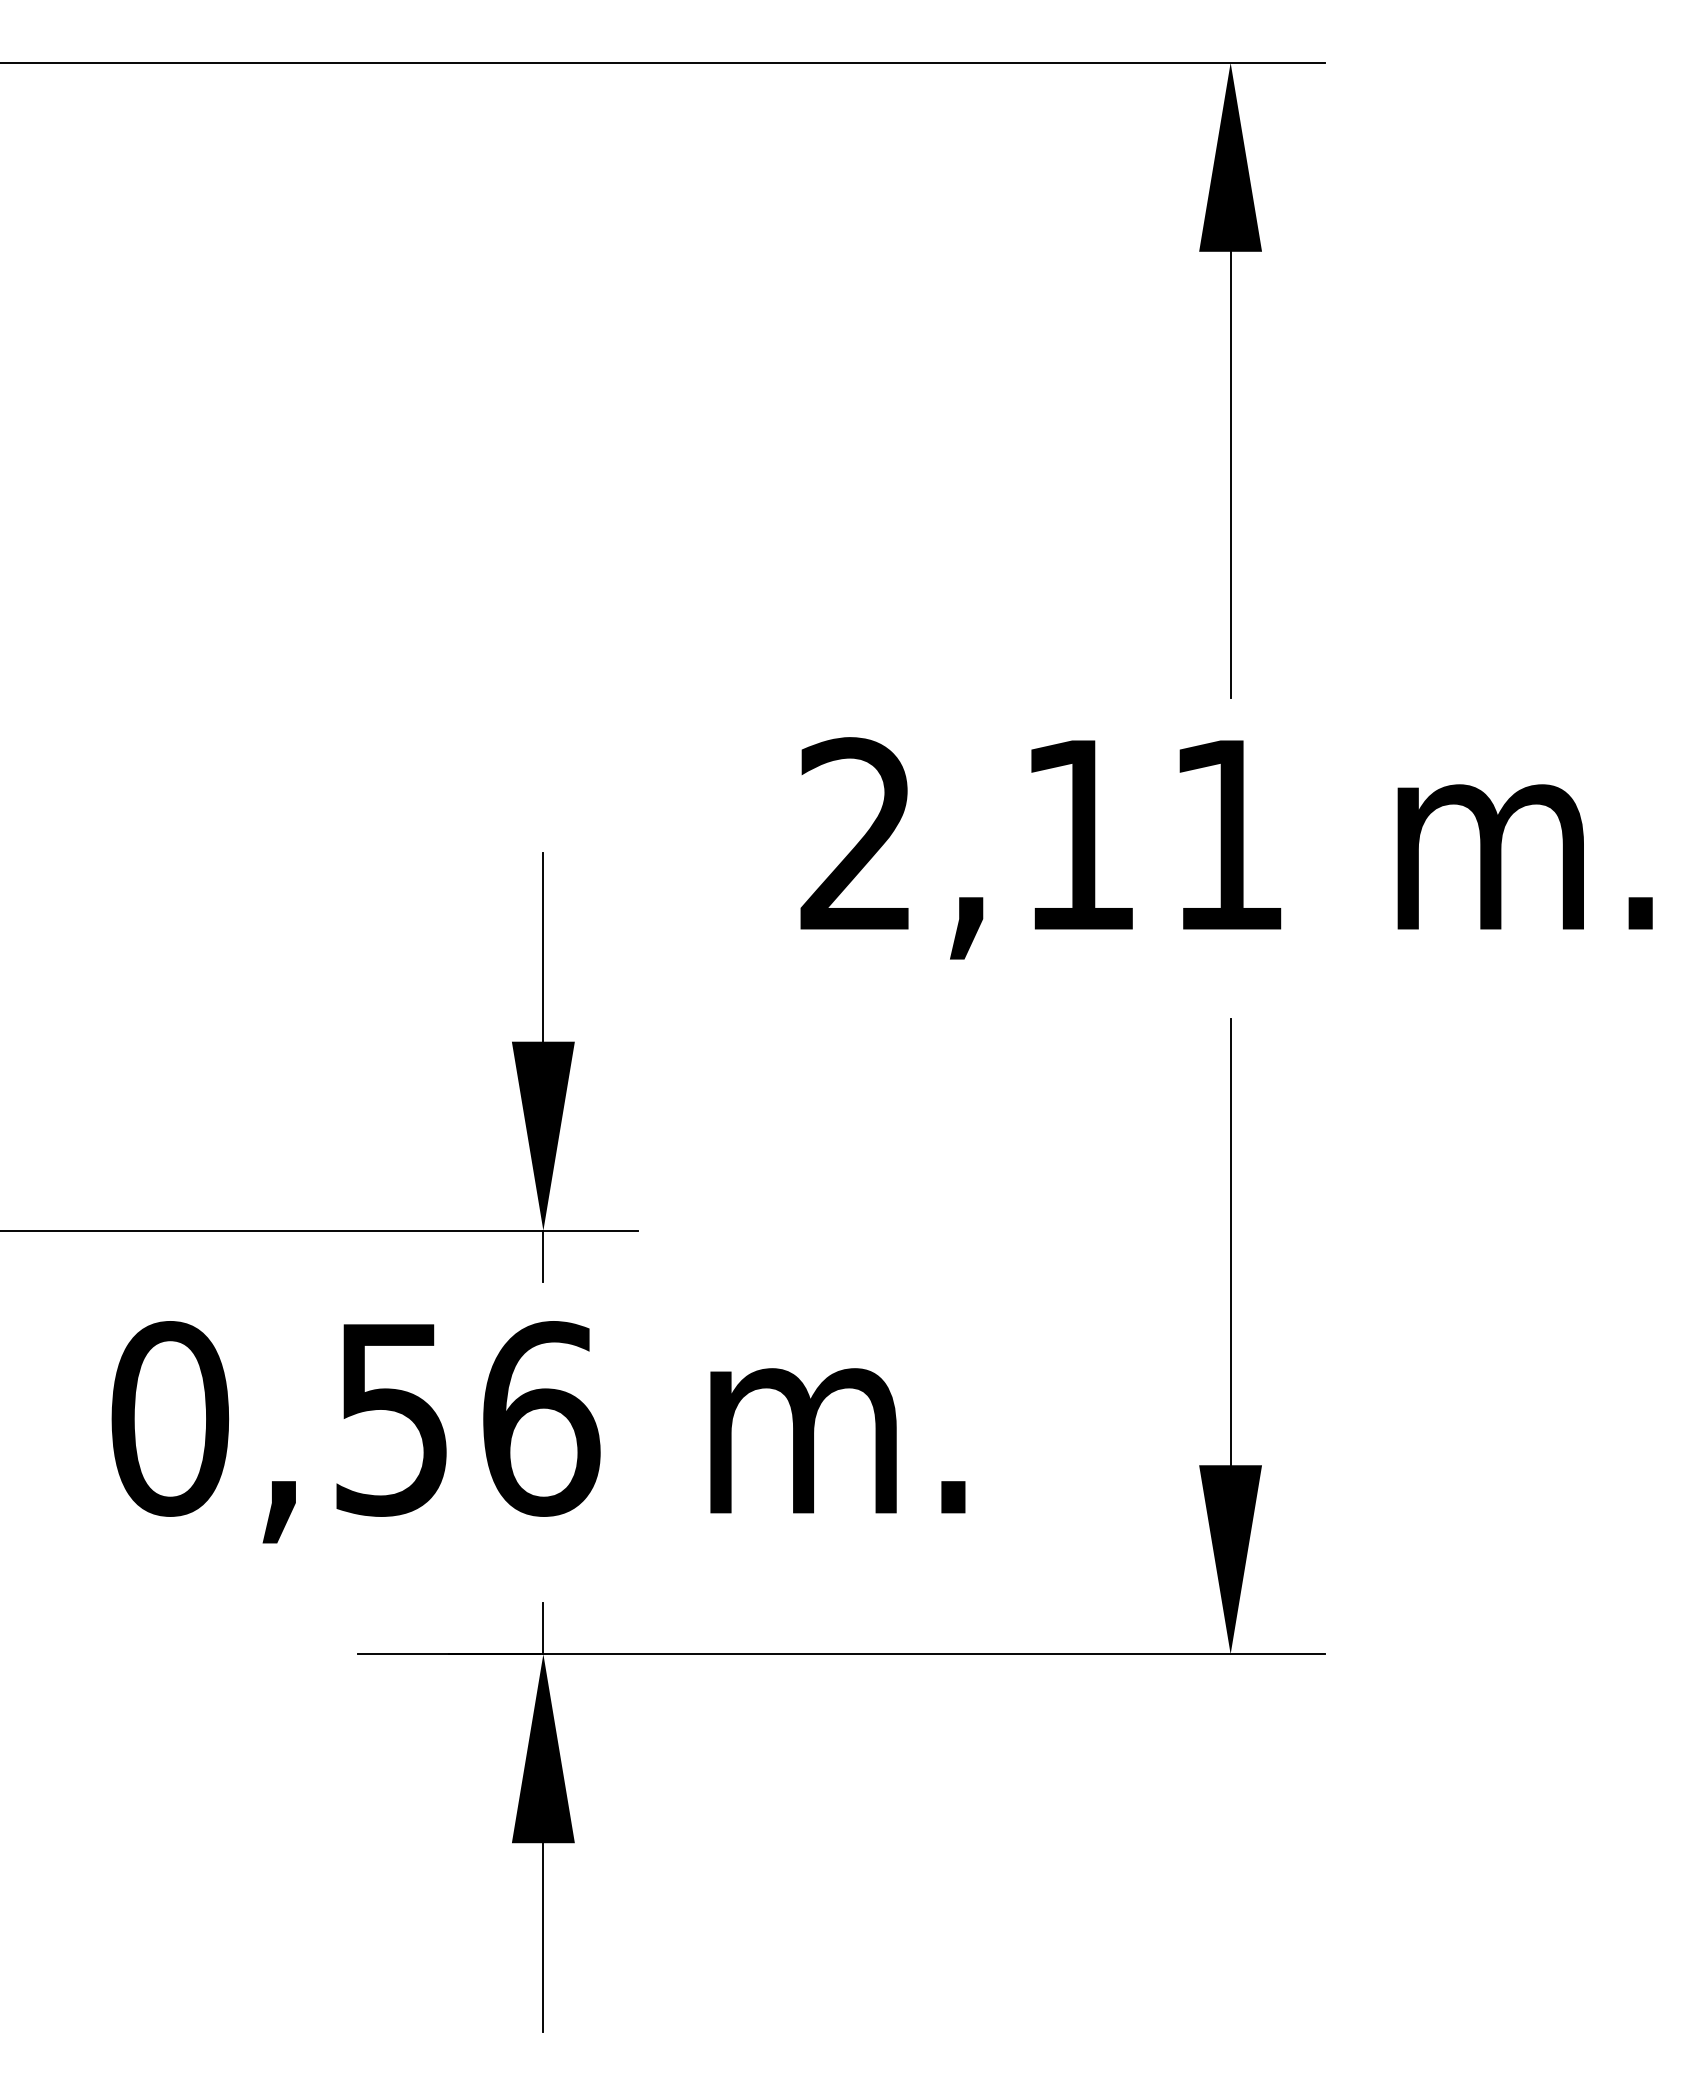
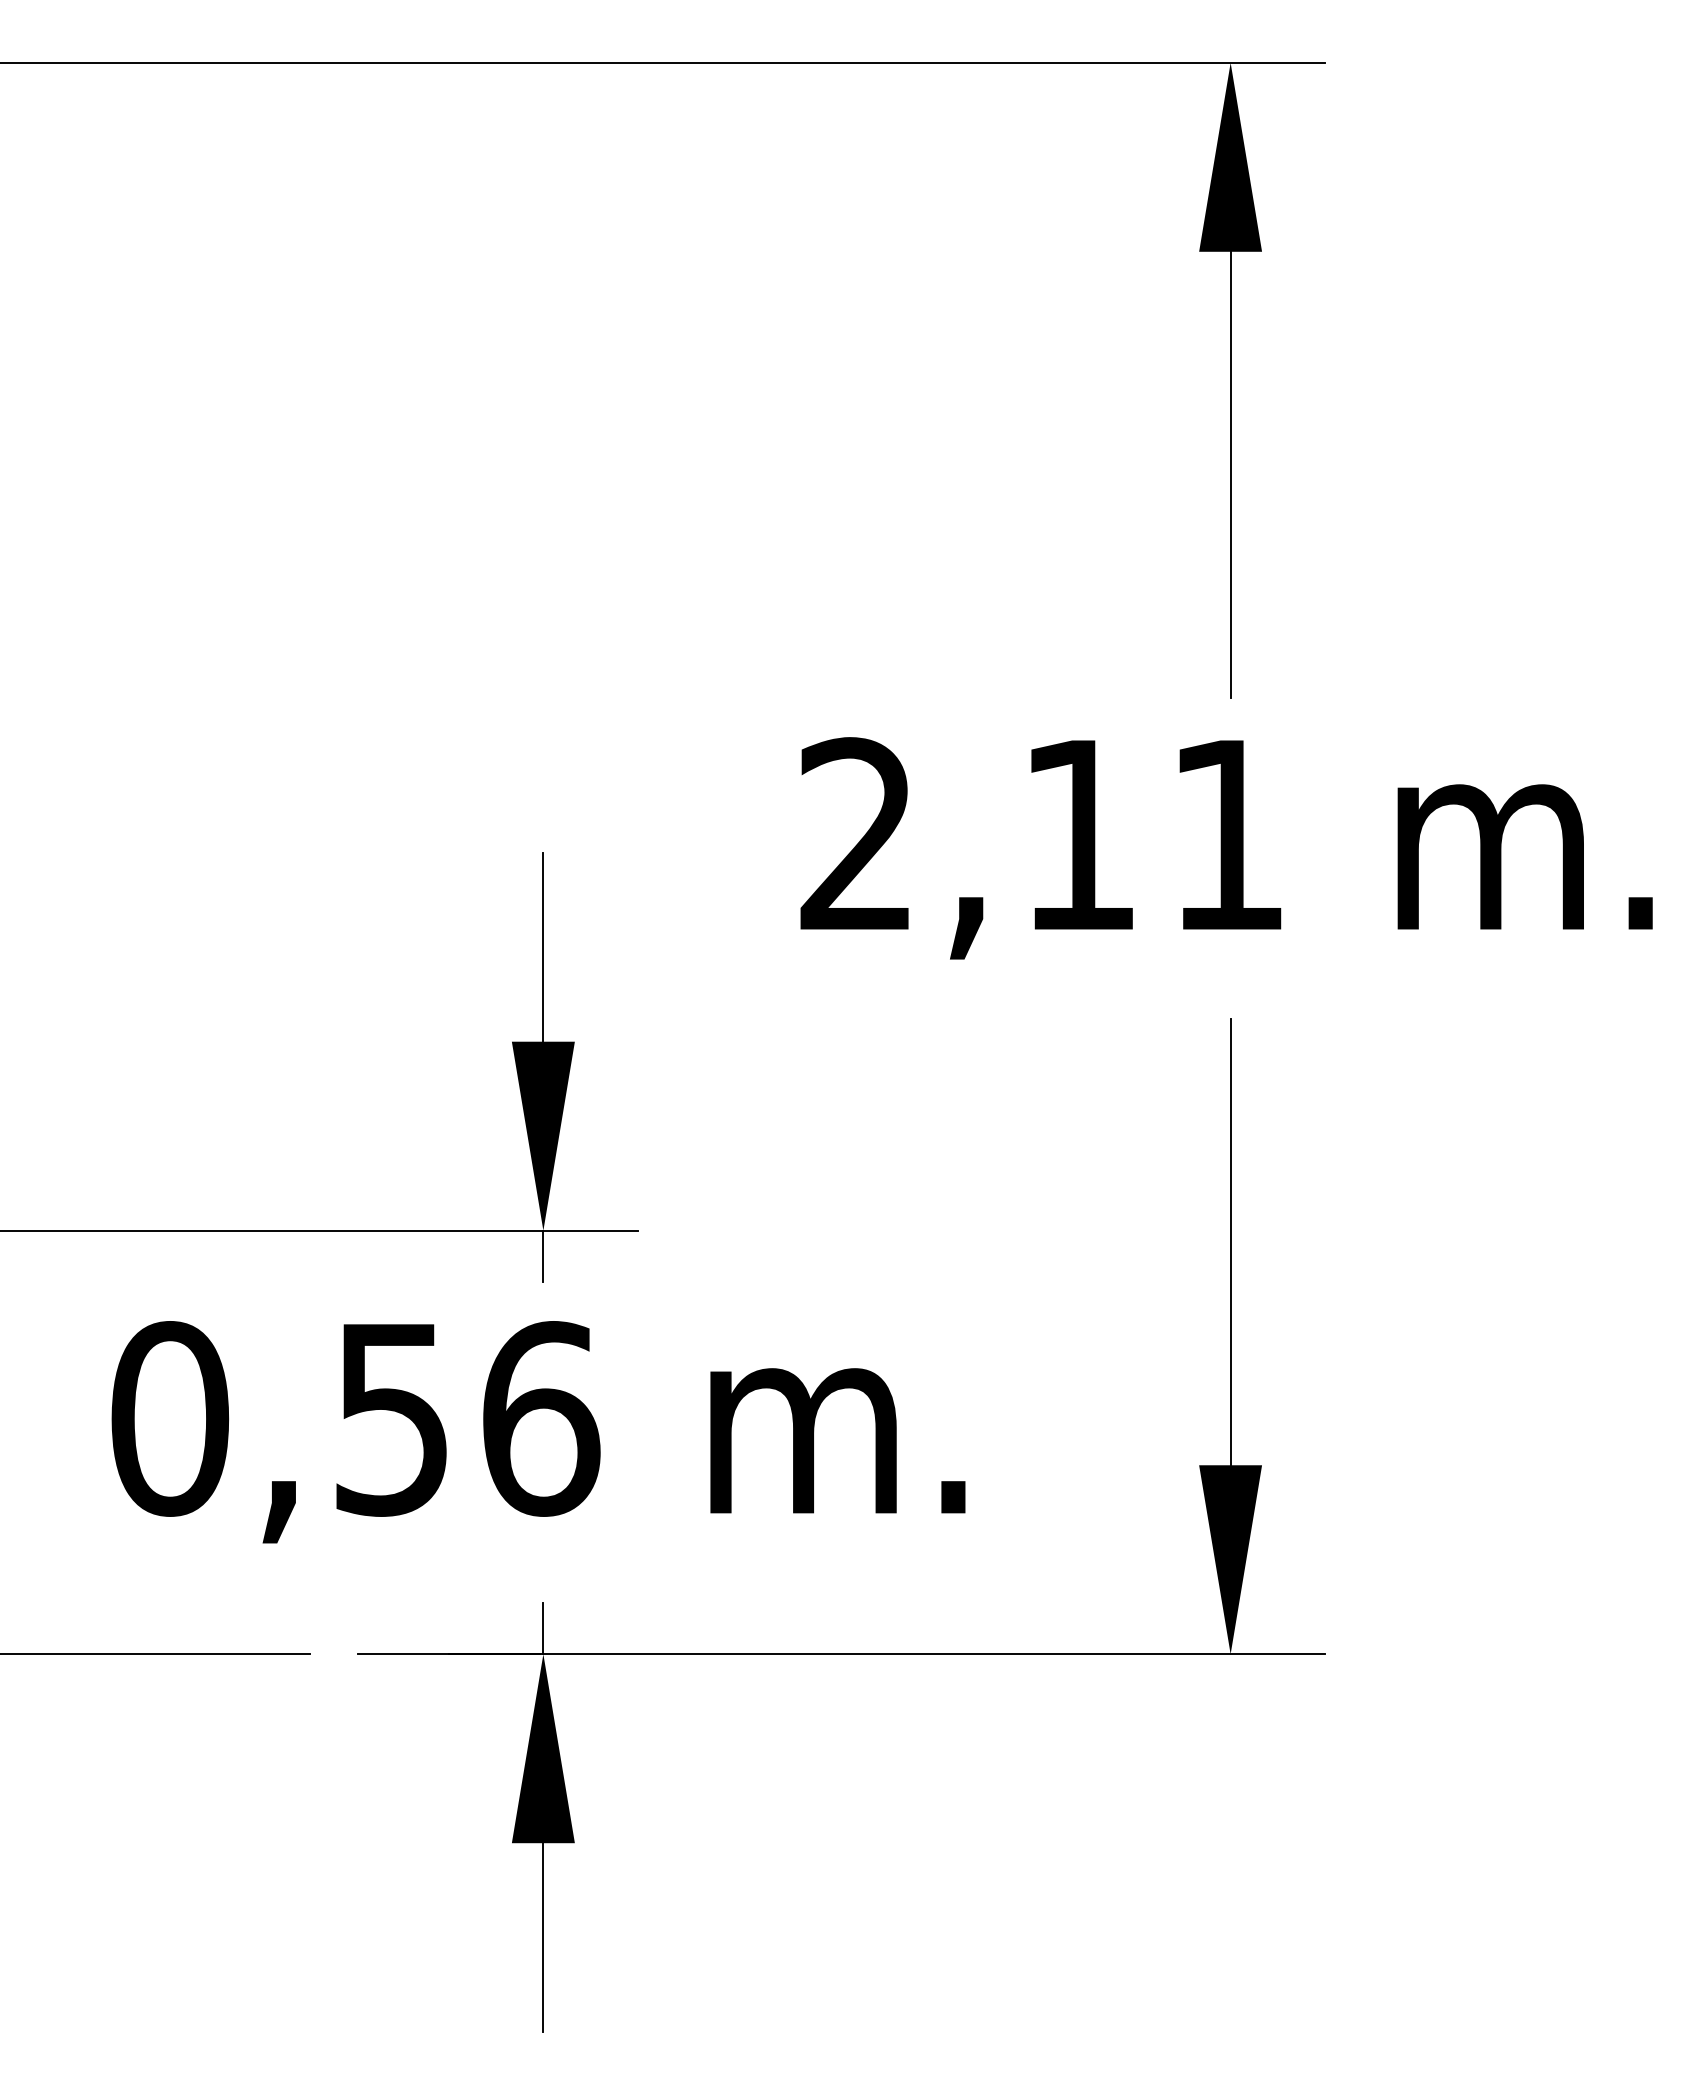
line at (156, 1654): none -> present
